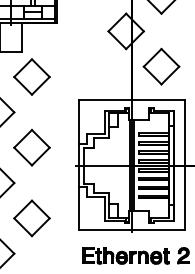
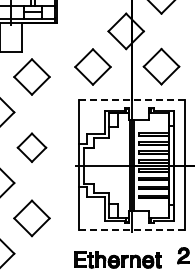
part at (92, 66): none -> present
line at (132, 99): solid -> dashed
part at (31, 147) size: 38x38 px -> 32x31 px
line at (131, 229): solid -> dashed
part at (125, 255) position: (125, 255) -> (117, 259)
